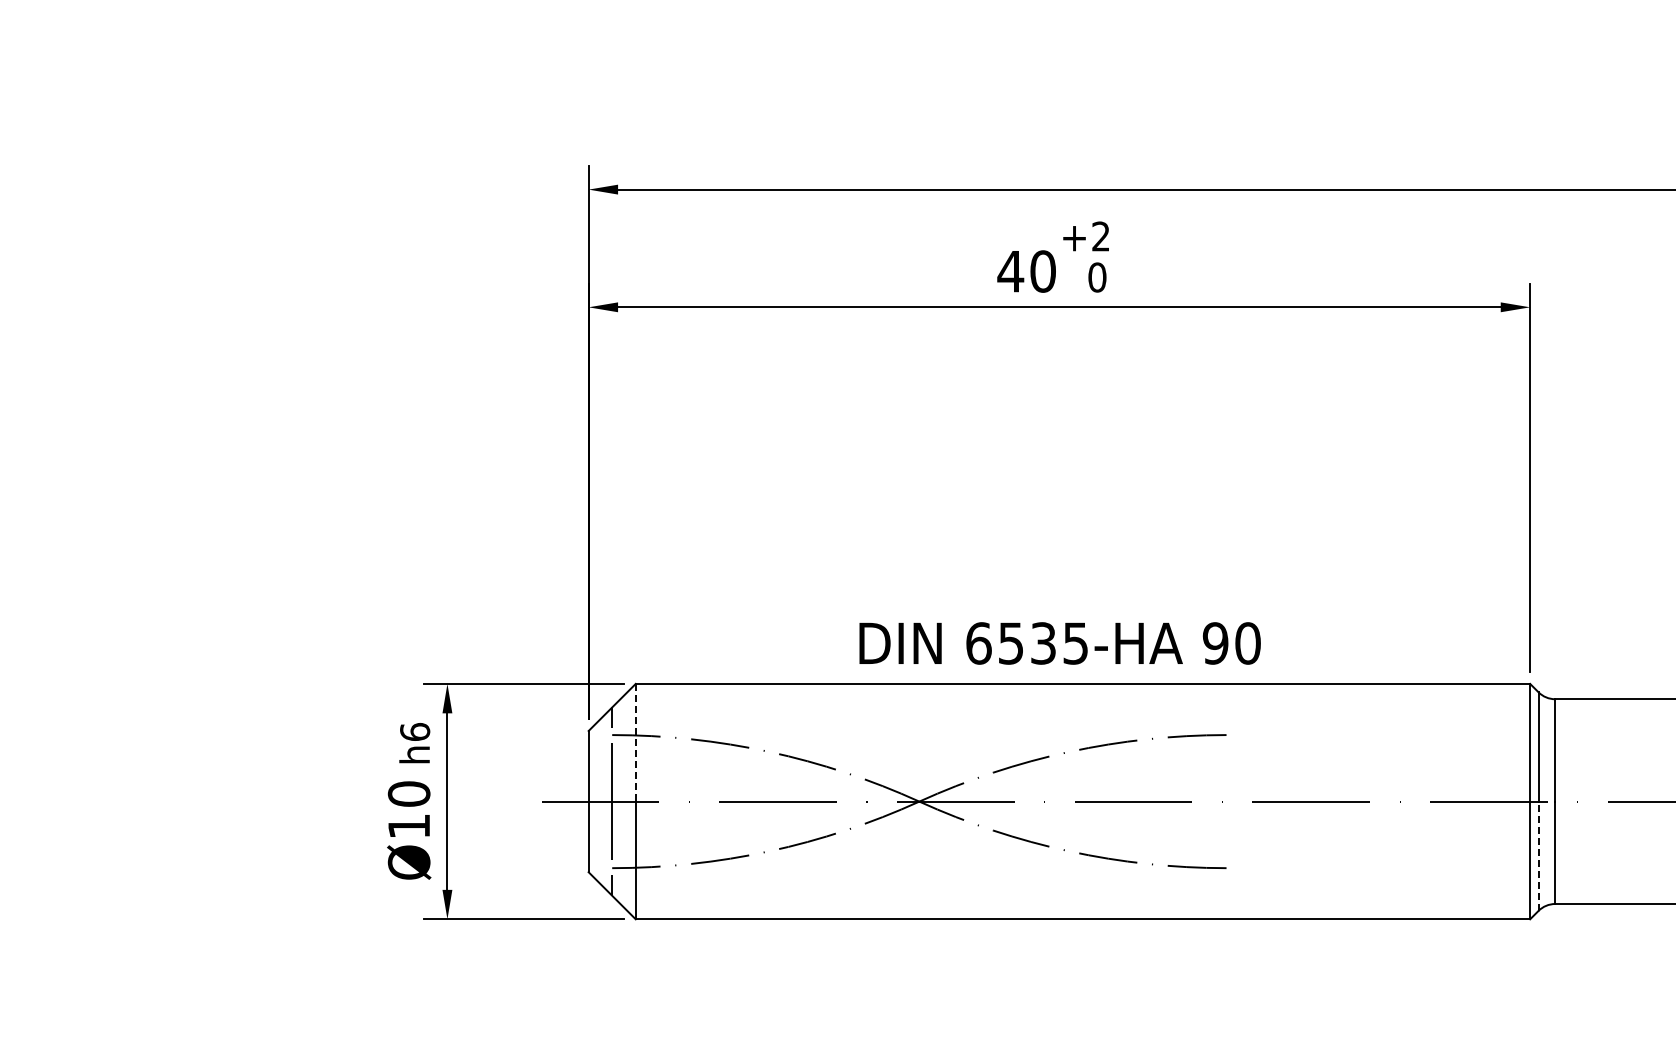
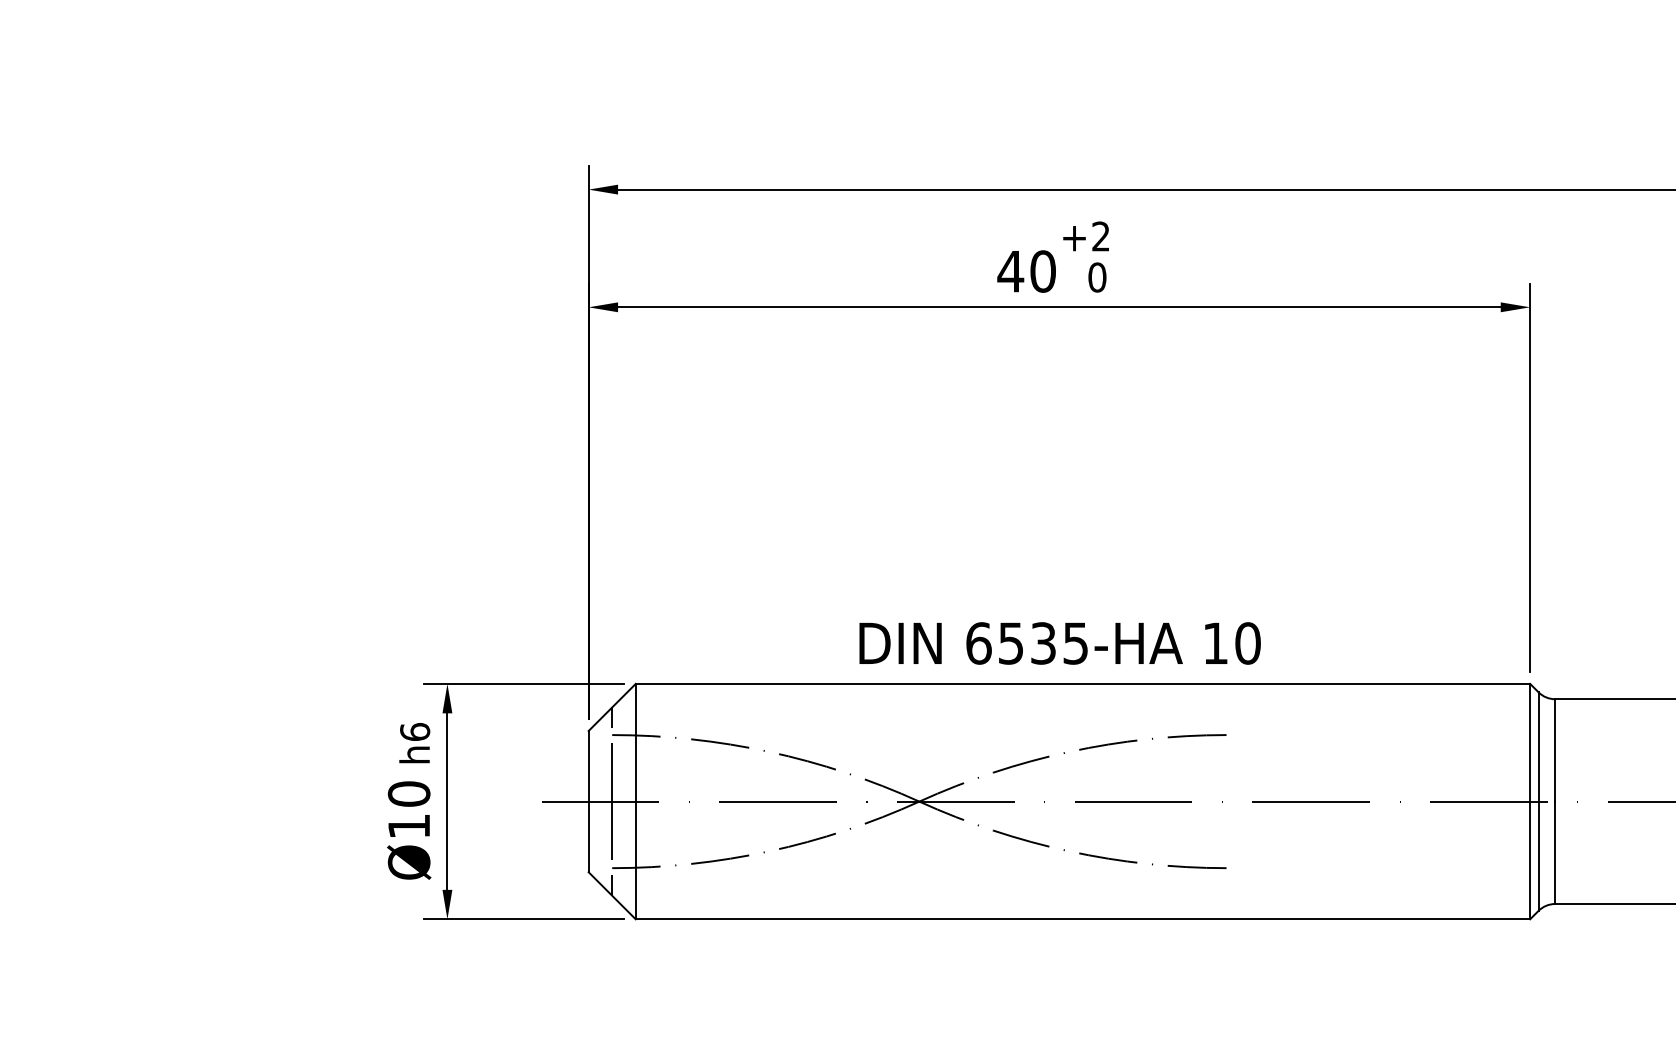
text at (1215, 643): 90 -> 10
line at (635, 742): dashed -> solid
line at (1538, 856): dashed -> solid
